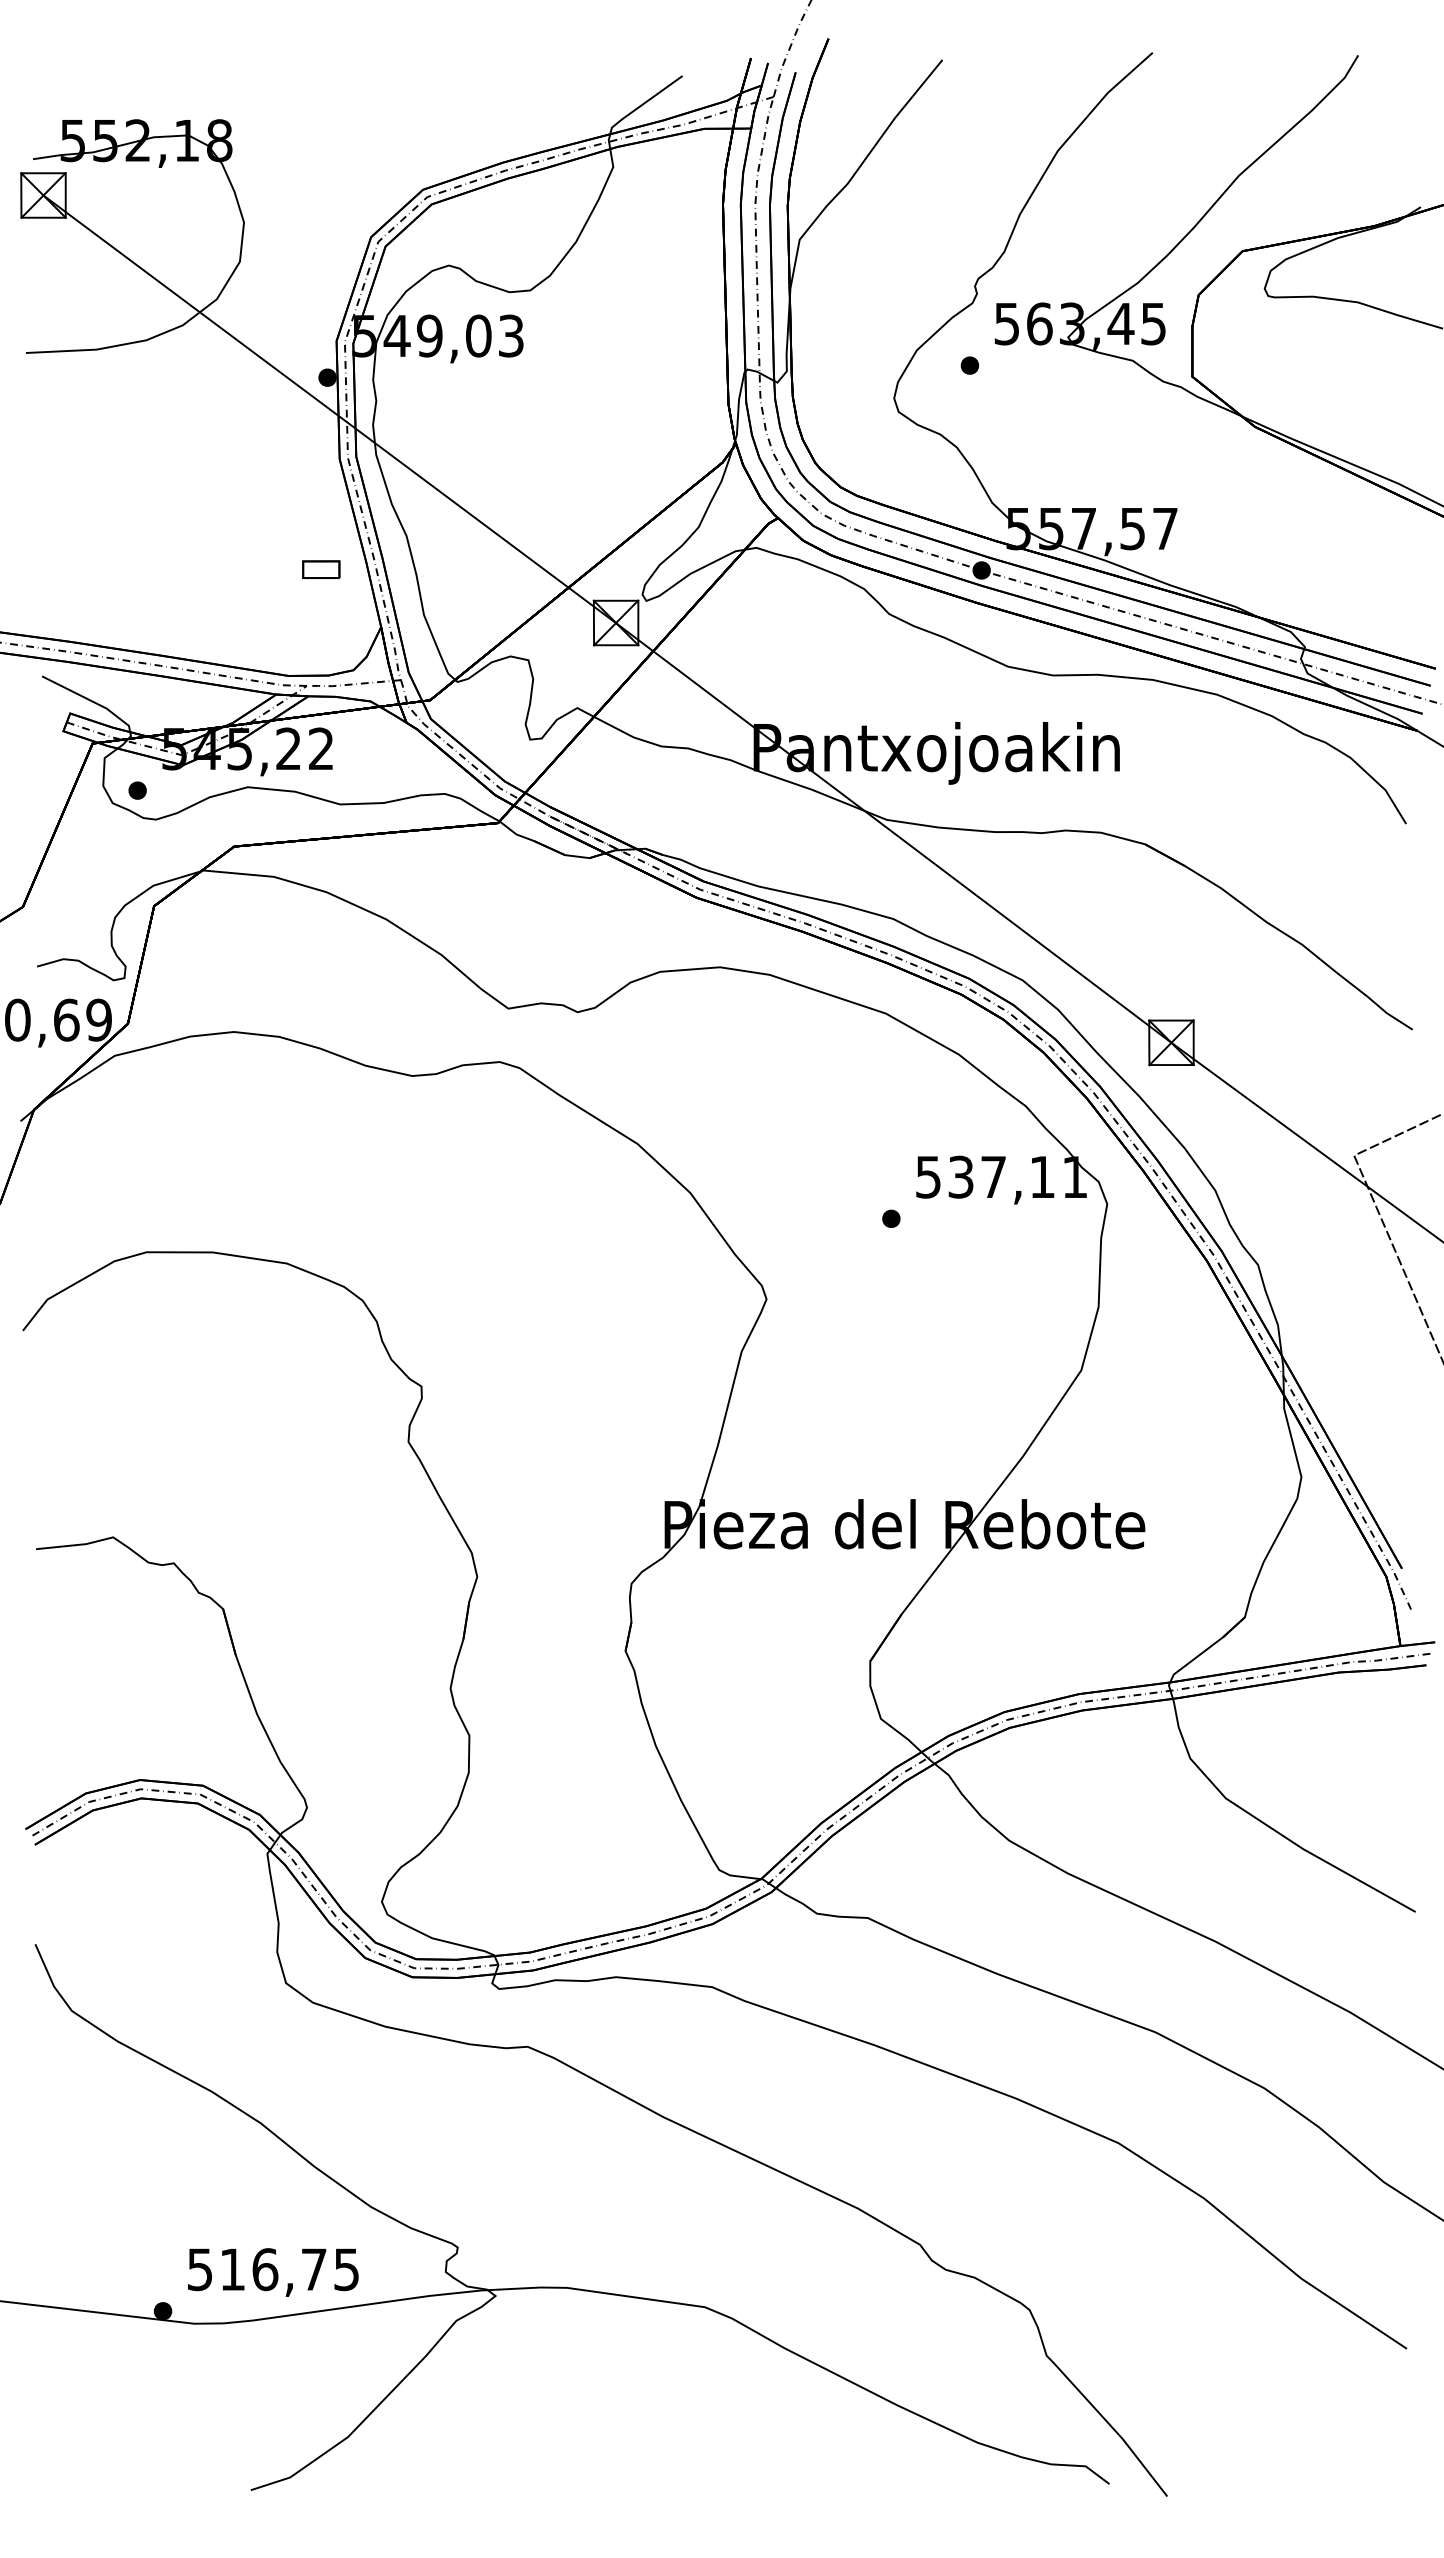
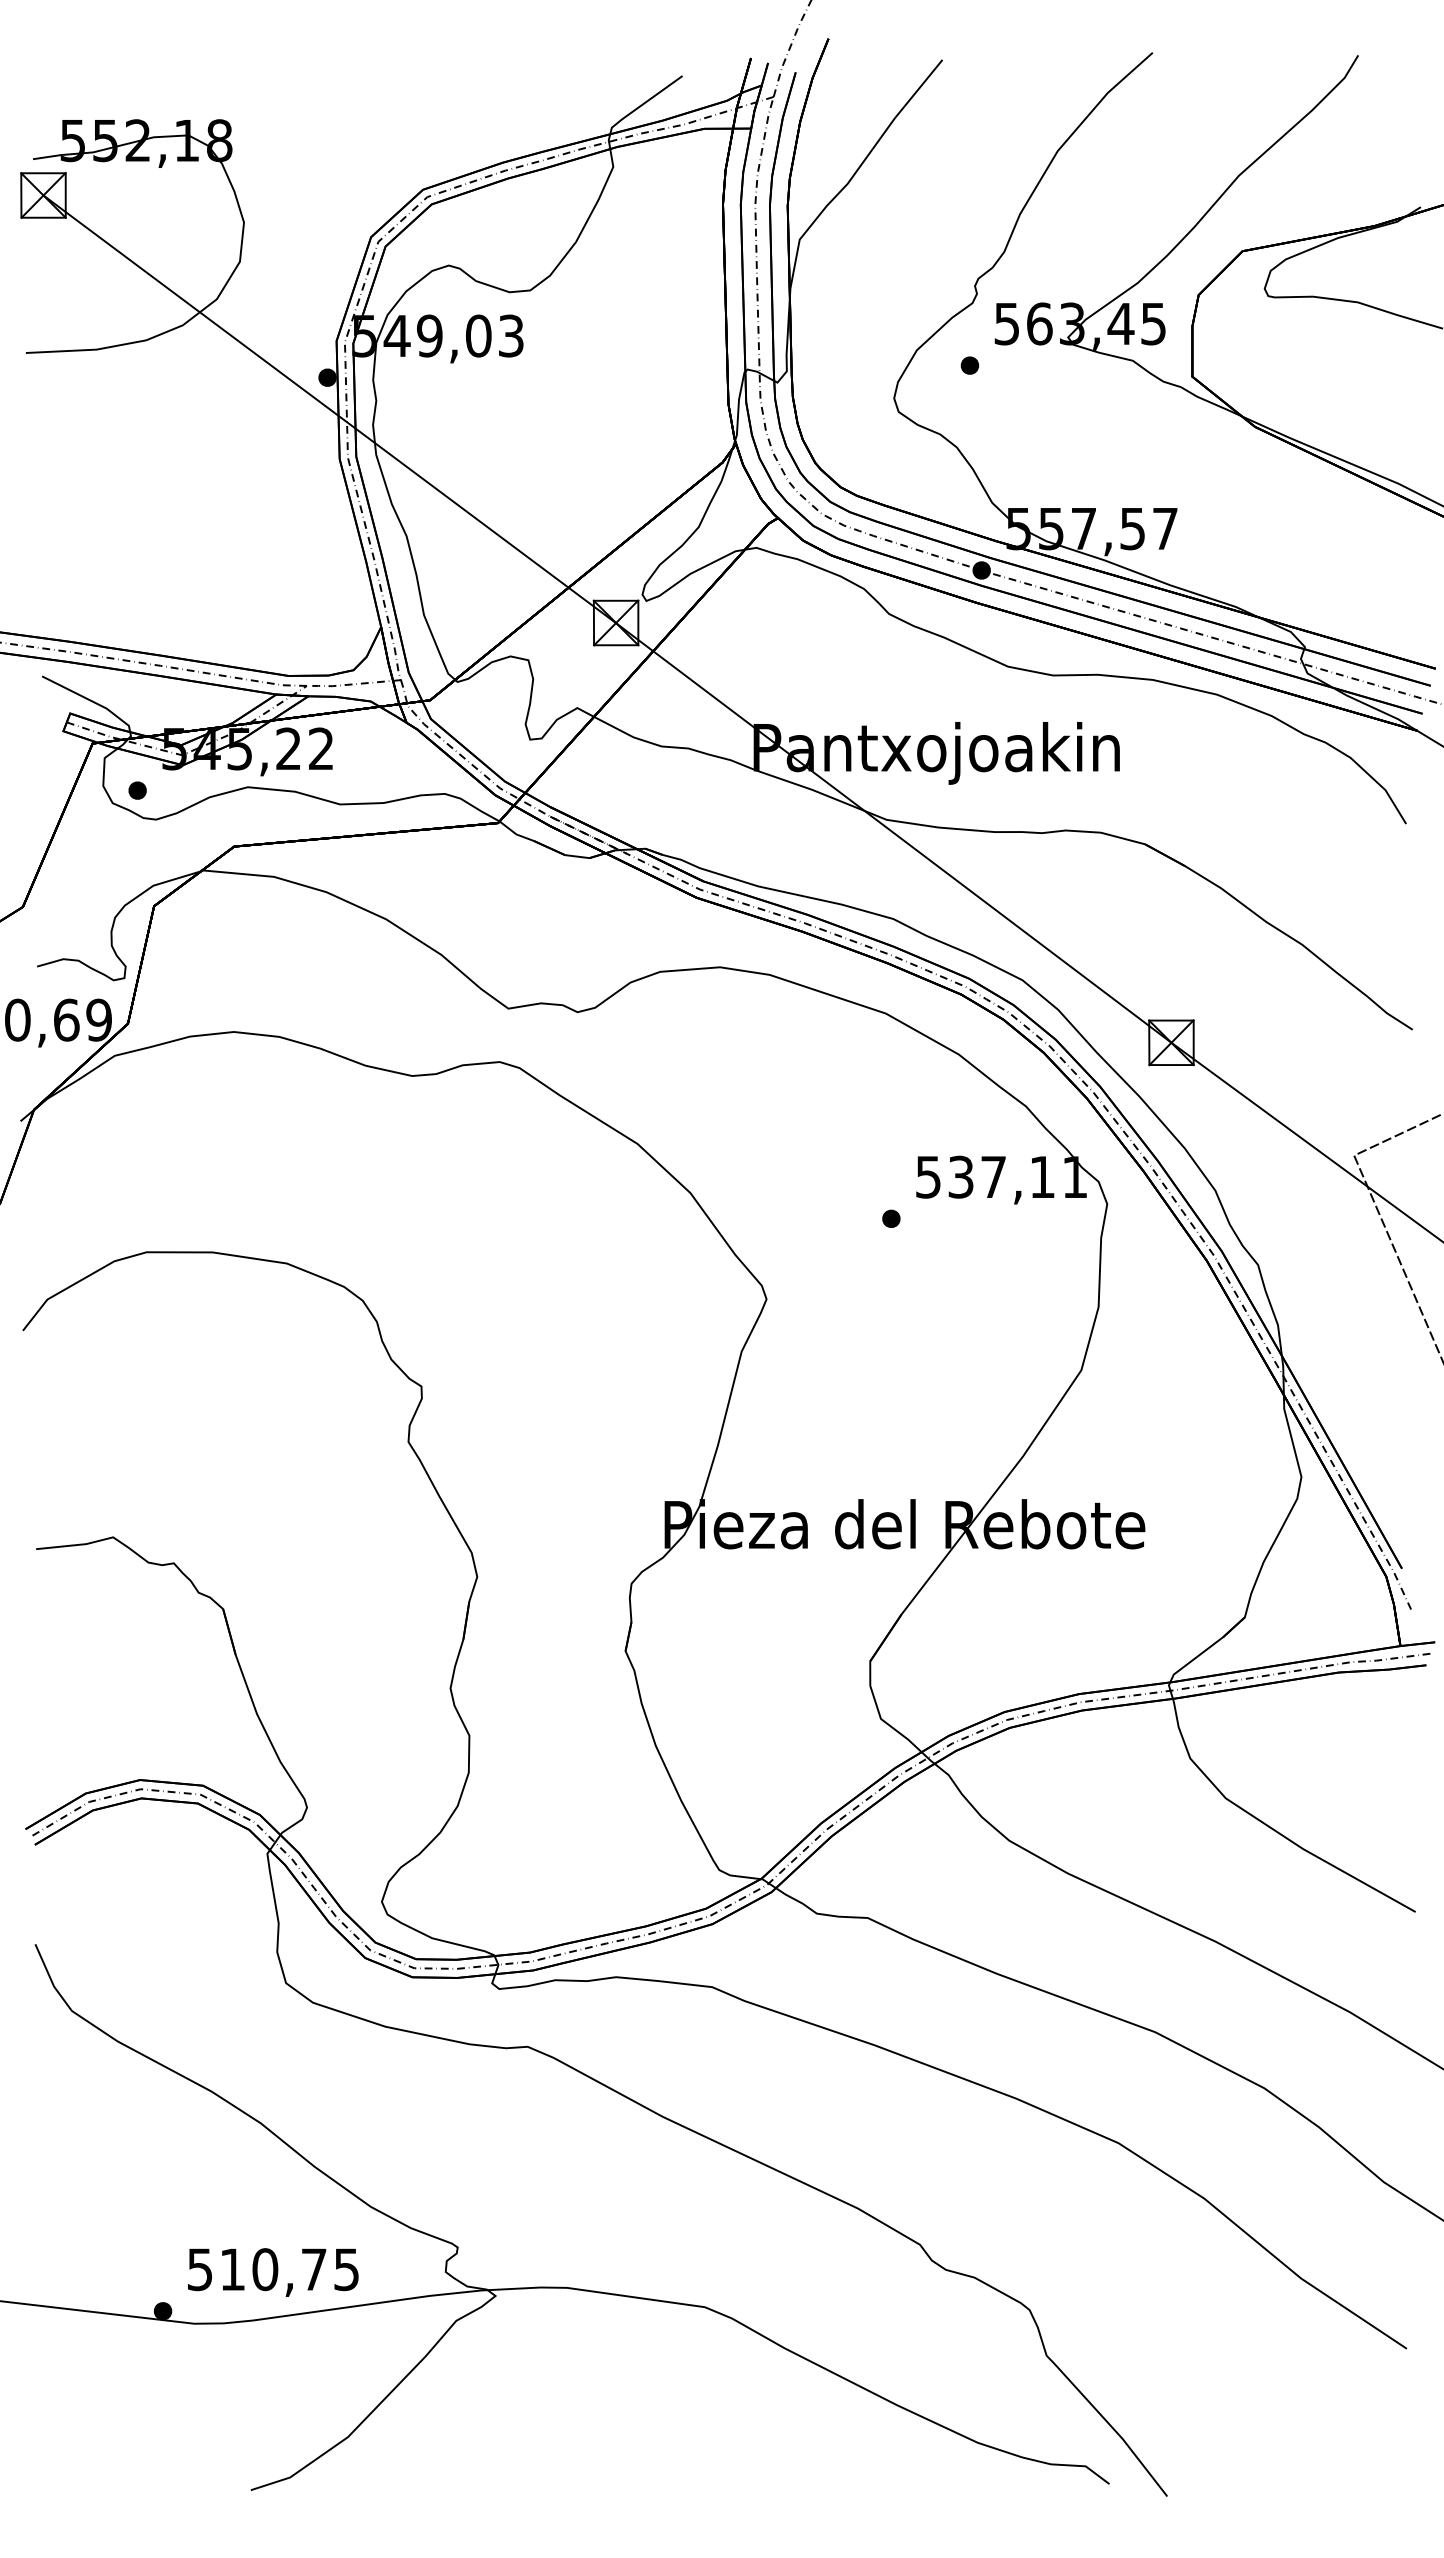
part at (321, 569): present -> none
text at (265, 2269): 516,75 -> 510,75
